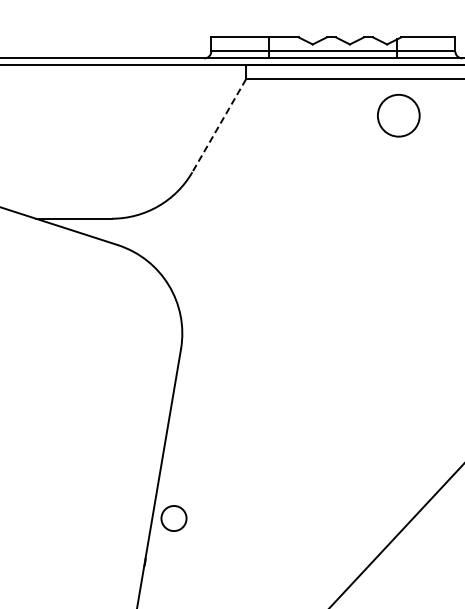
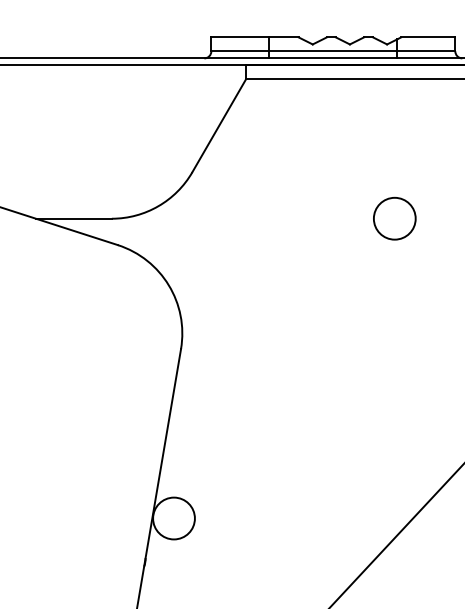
circle at (398, 115) position: (398, 115) -> (394, 218)
line at (219, 125): dashed -> solid
circle at (173, 518) diameter: 25 px -> 42 px
